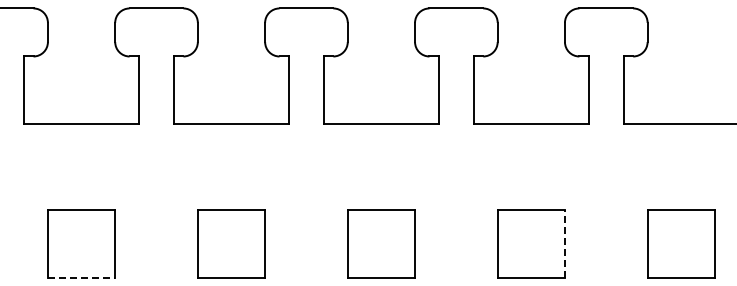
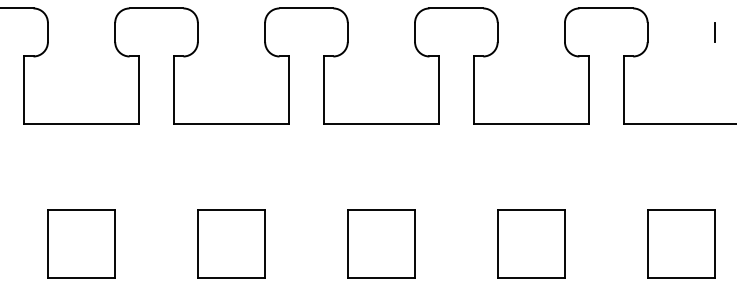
line at (714, 32): none -> present
line at (564, 243): dashed -> solid
line at (81, 277): dashed -> solid
